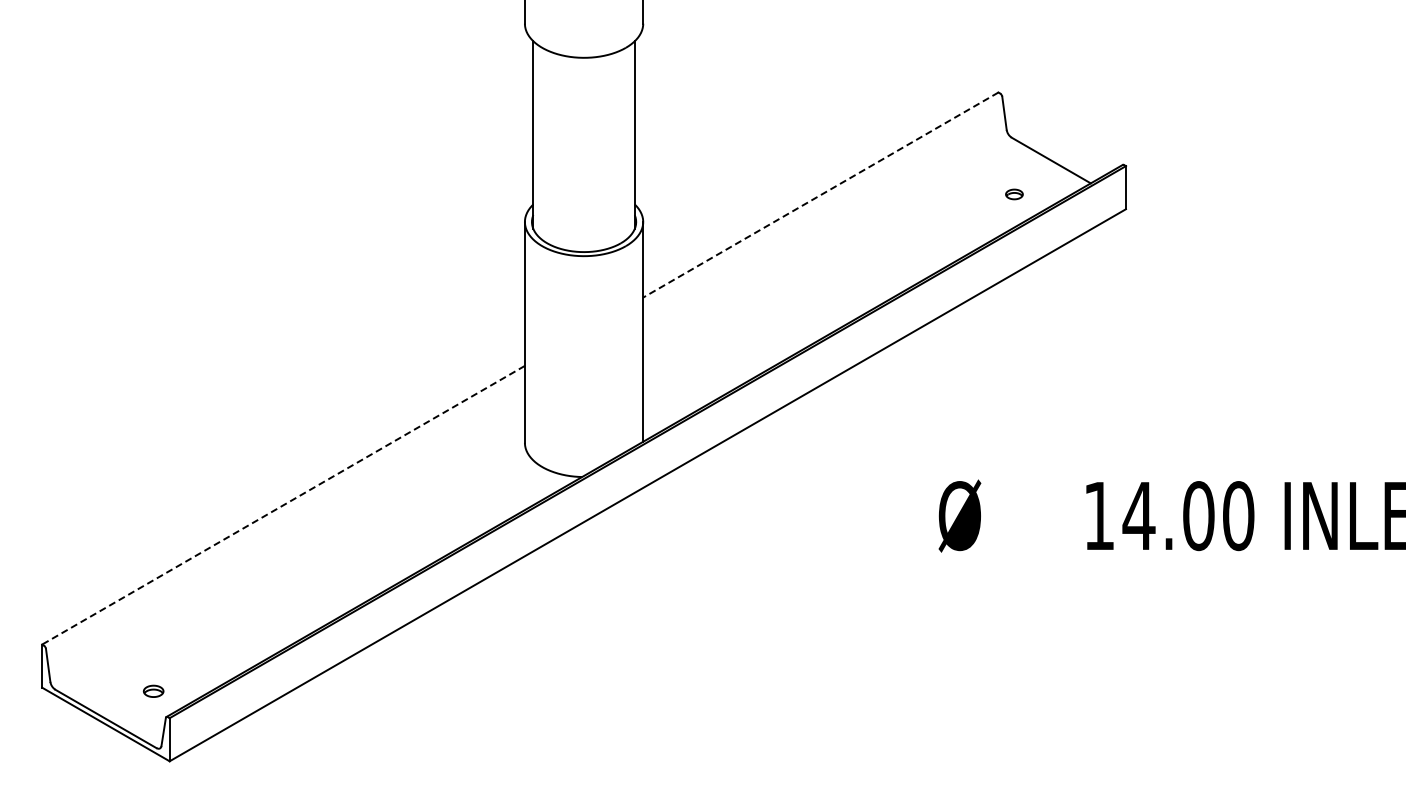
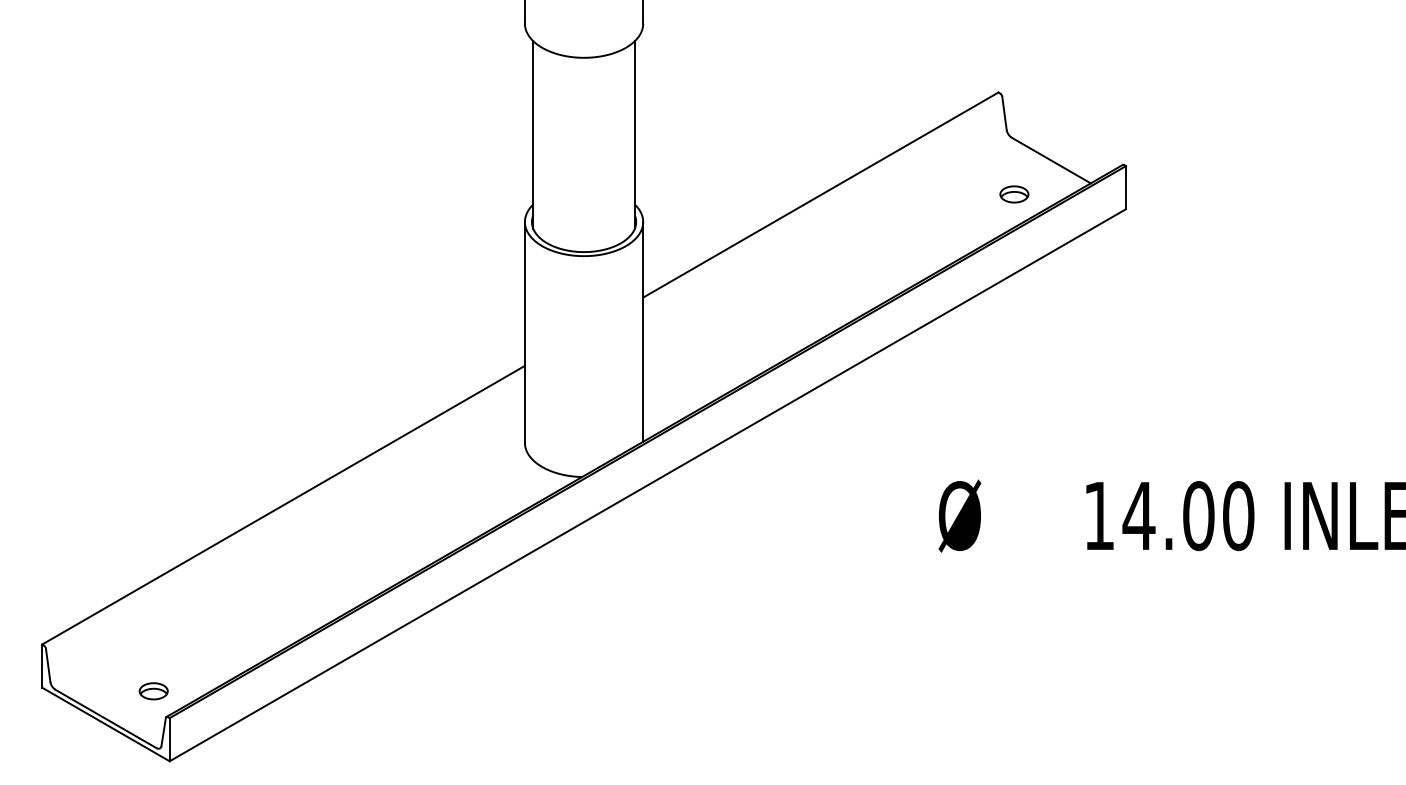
part at (1014, 194) size: 19x13 px -> 31x19 px
line at (820, 195): dashed -> solid
line at (283, 505): dashed -> solid
part at (153, 690) size: 23x14 px -> 31x19 px
